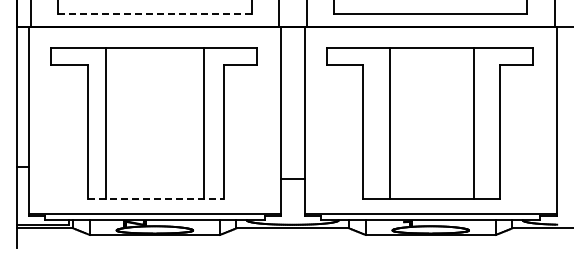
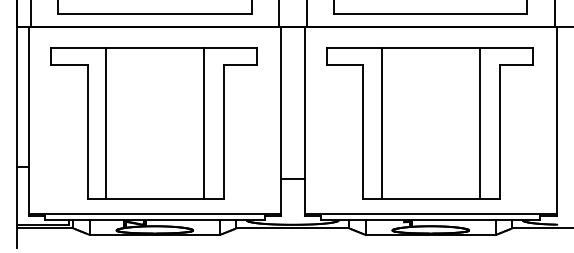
line at (154, 13): dashed -> solid
line at (389, 123) position: (389, 123) -> (381, 123)
line at (473, 123) position: (473, 123) -> (479, 123)
line at (156, 199): dashed -> solid
